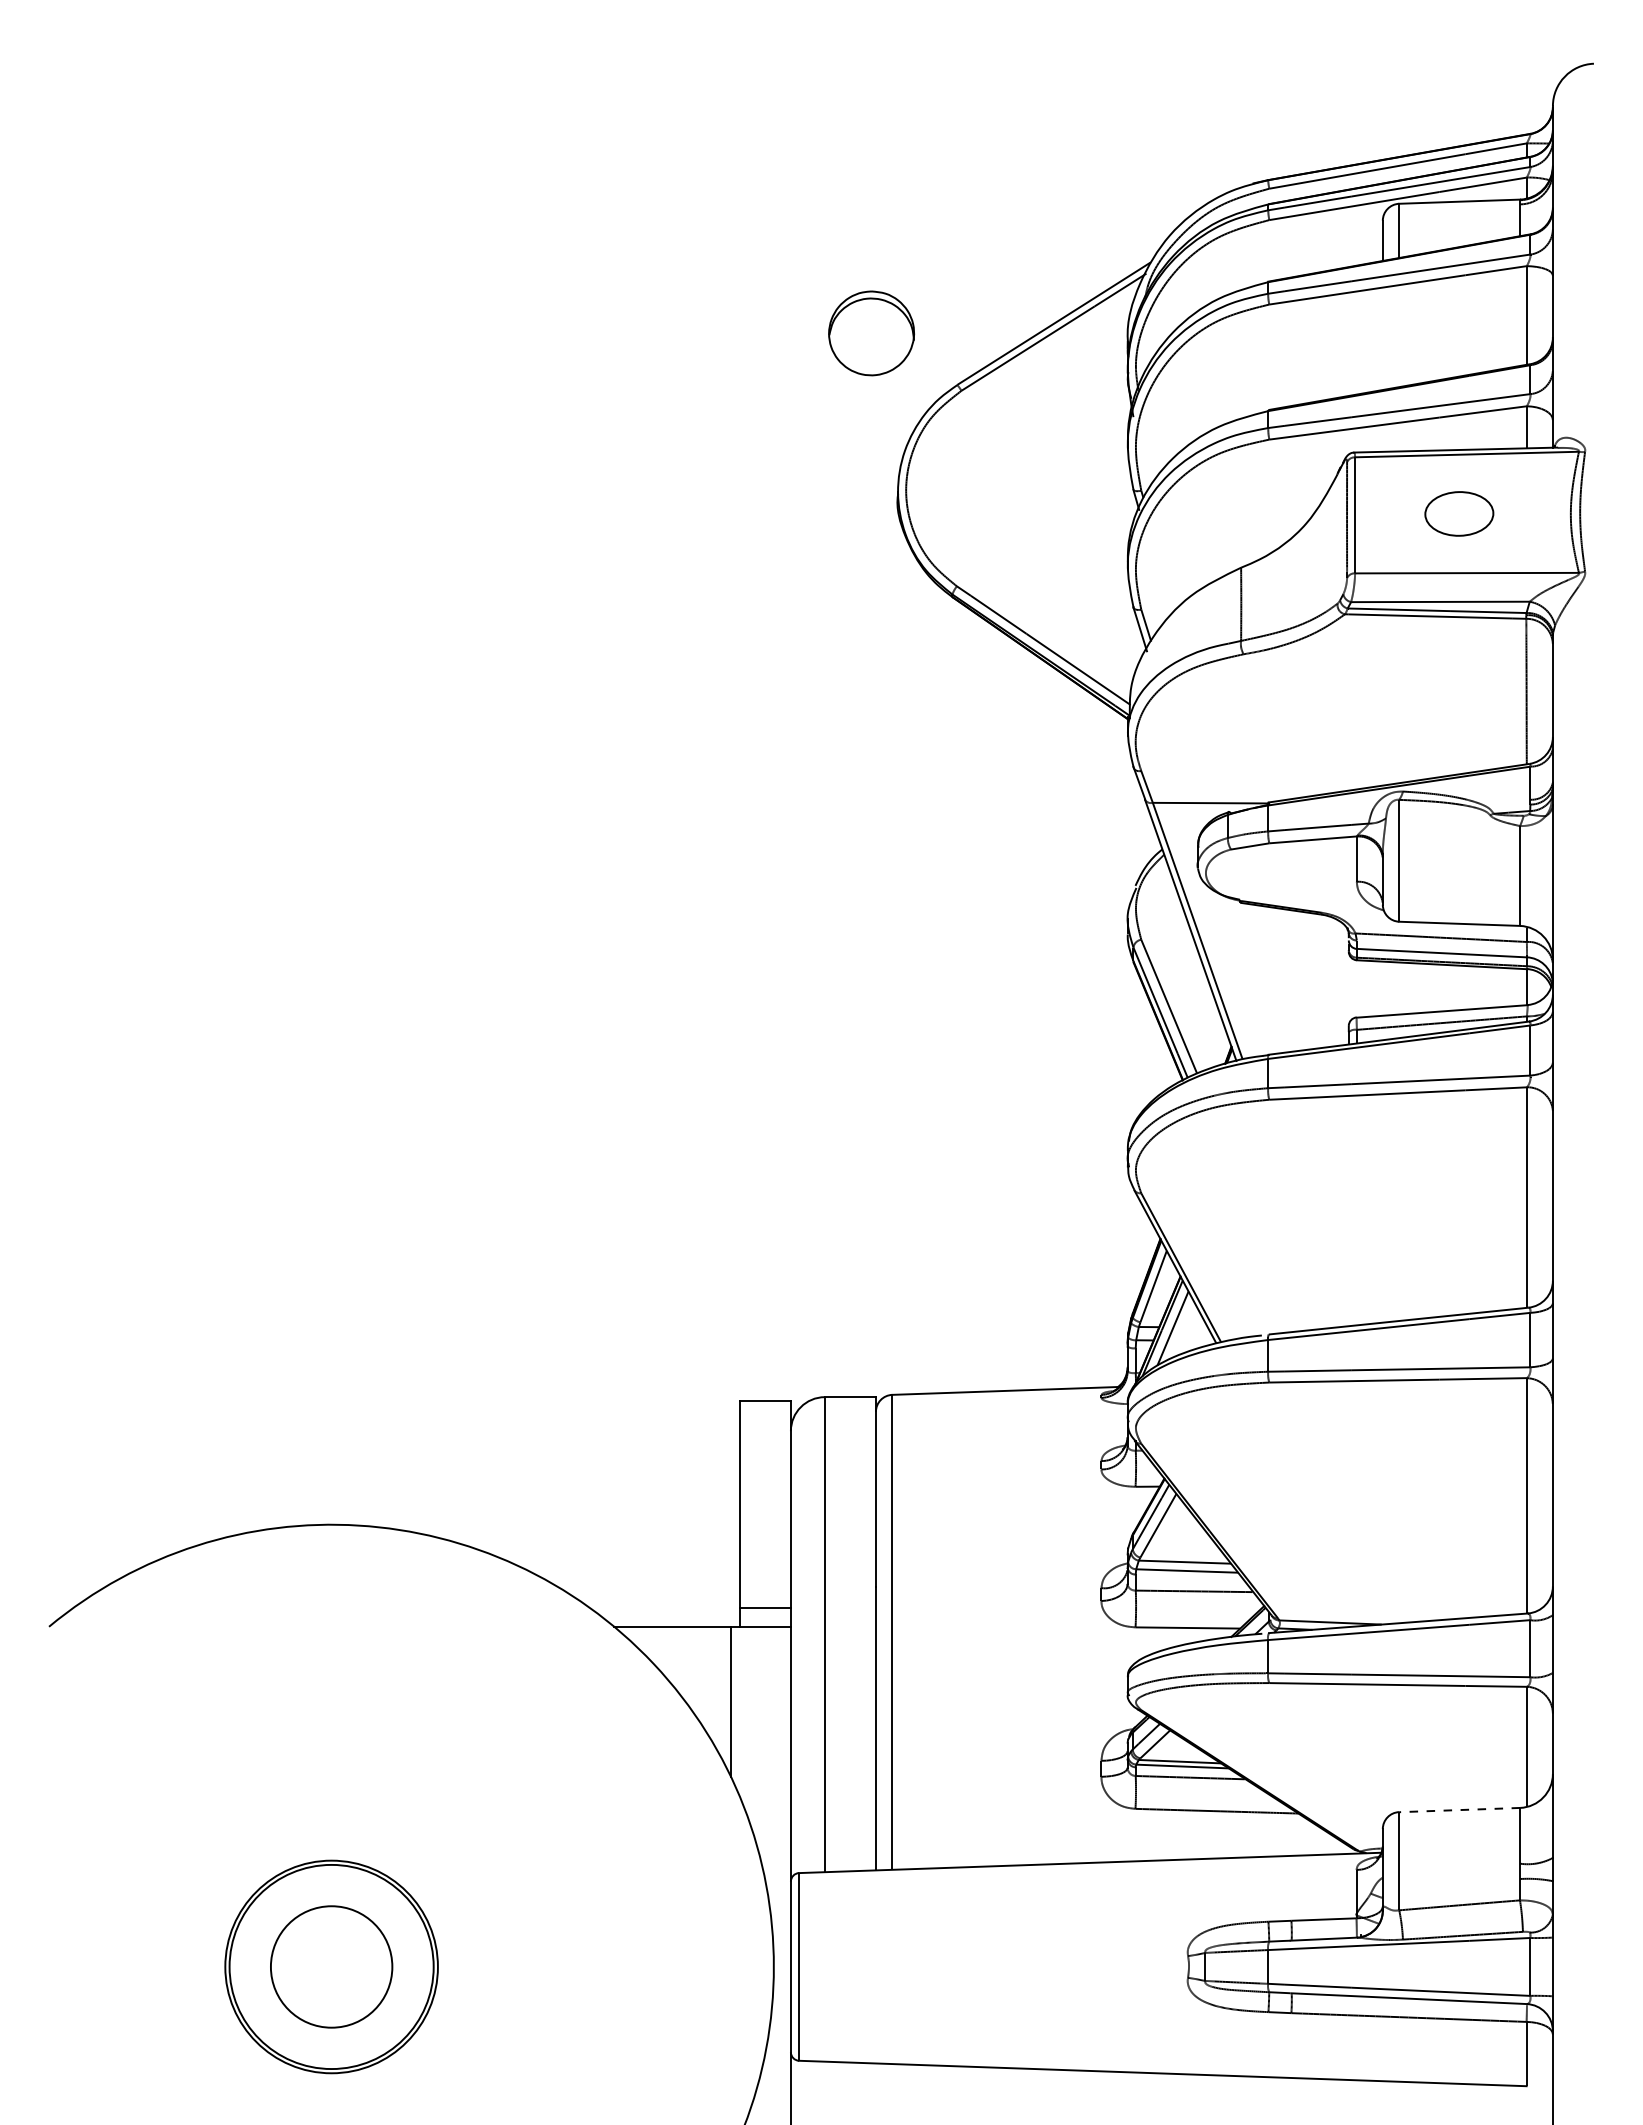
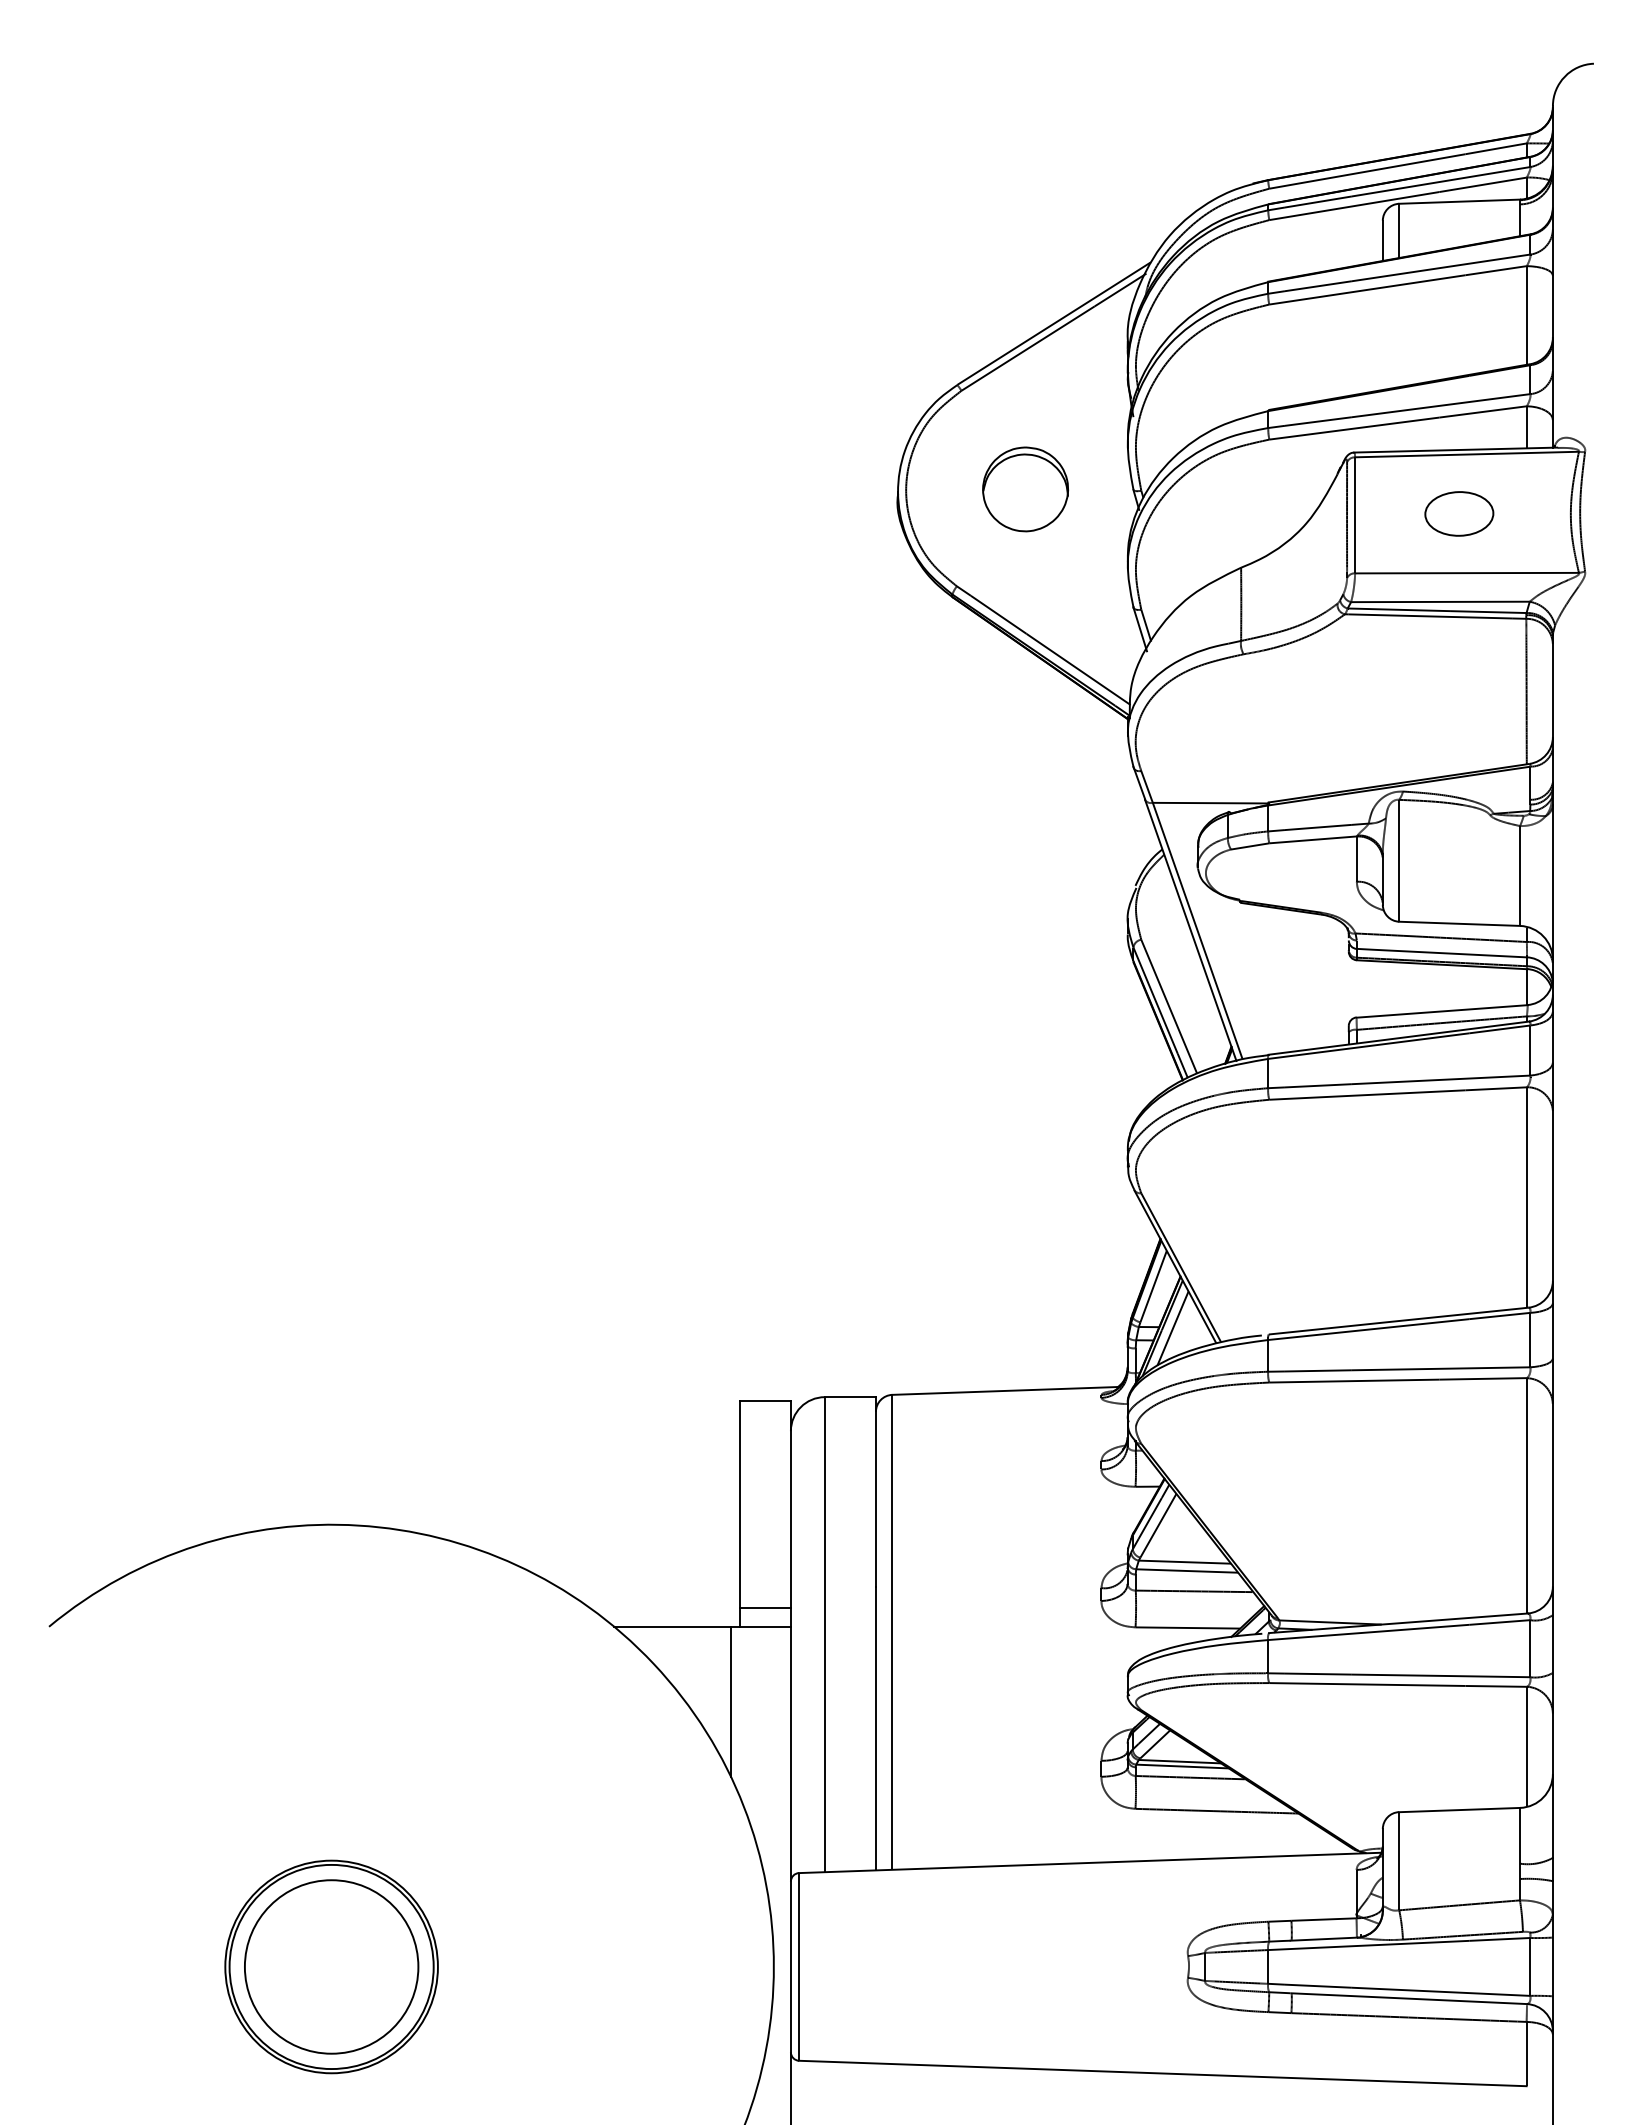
part at (871, 333) position: (871, 333) -> (1025, 489)
line at (1459, 1810): dashed -> solid
circle at (331, 1966) diameter: 121 px -> 173 px
